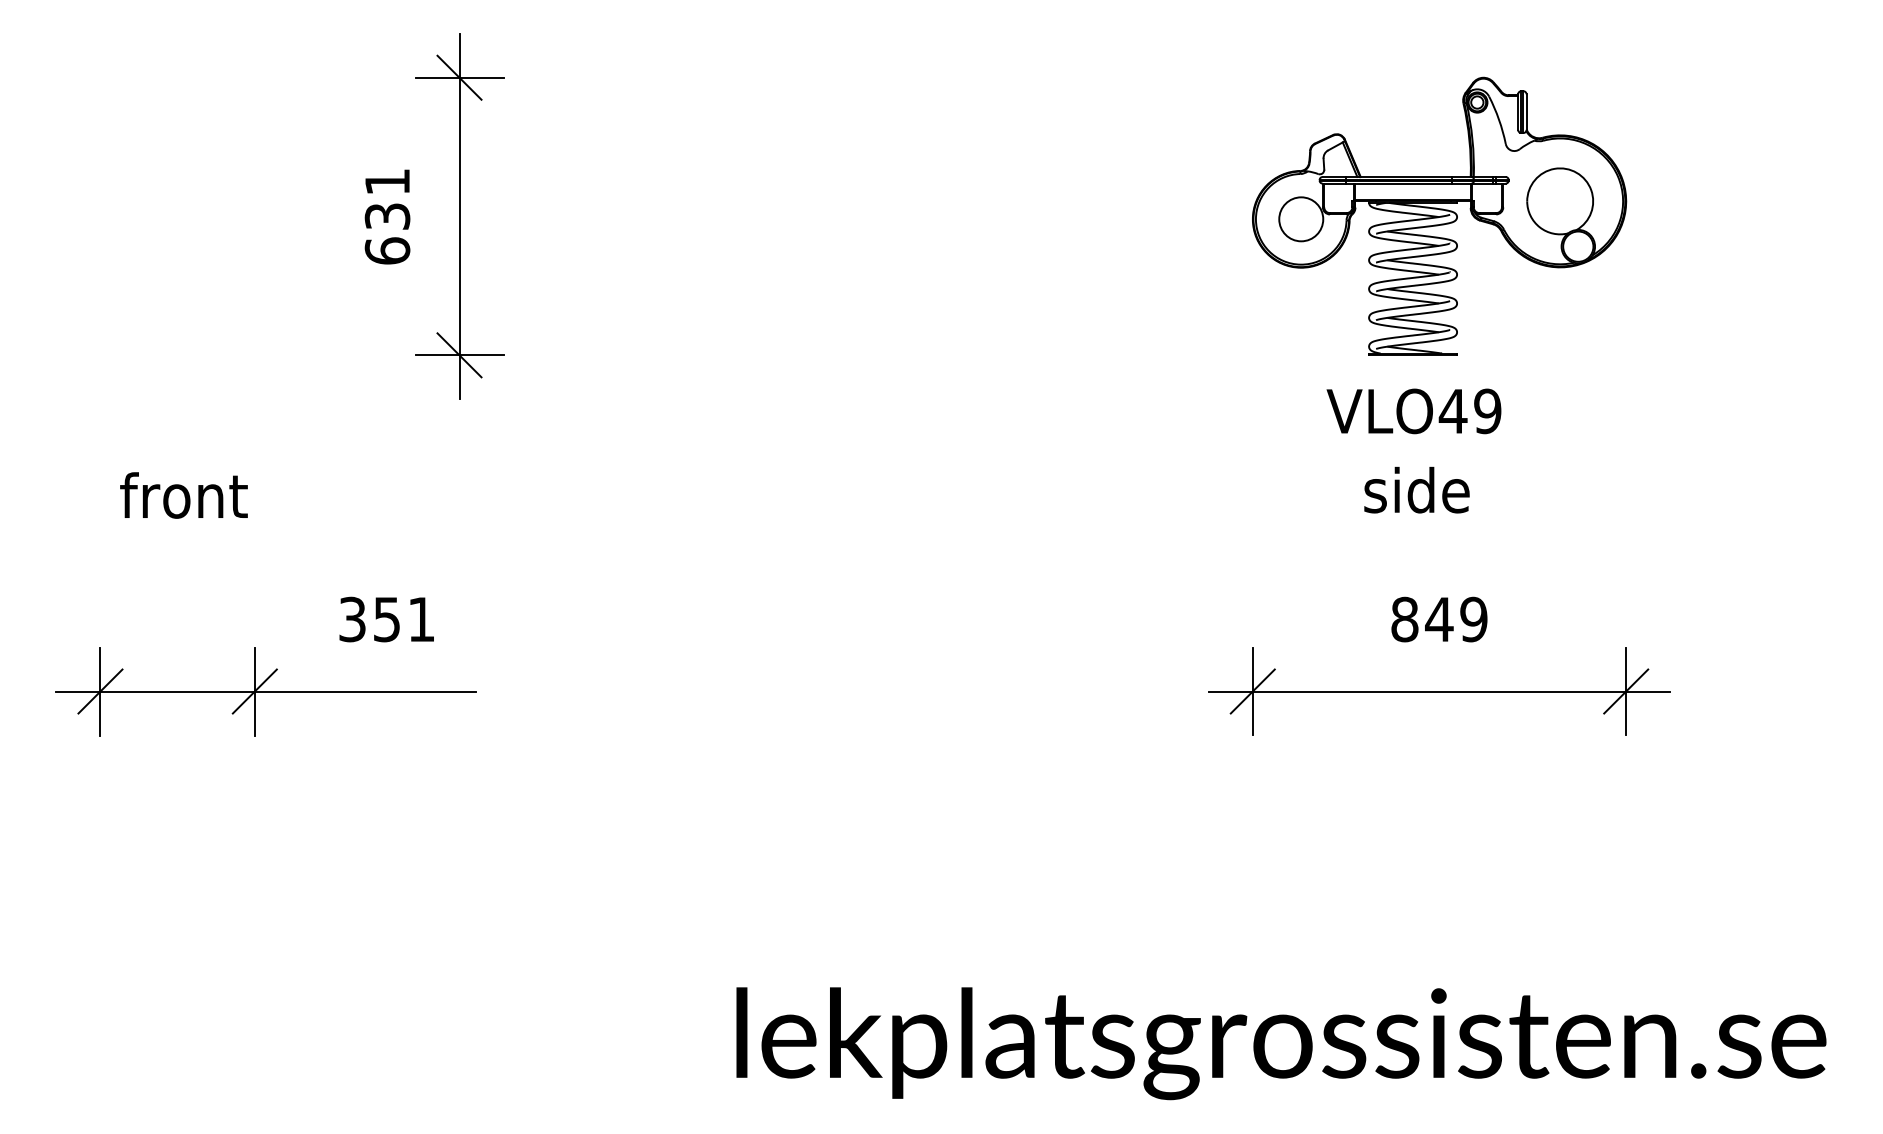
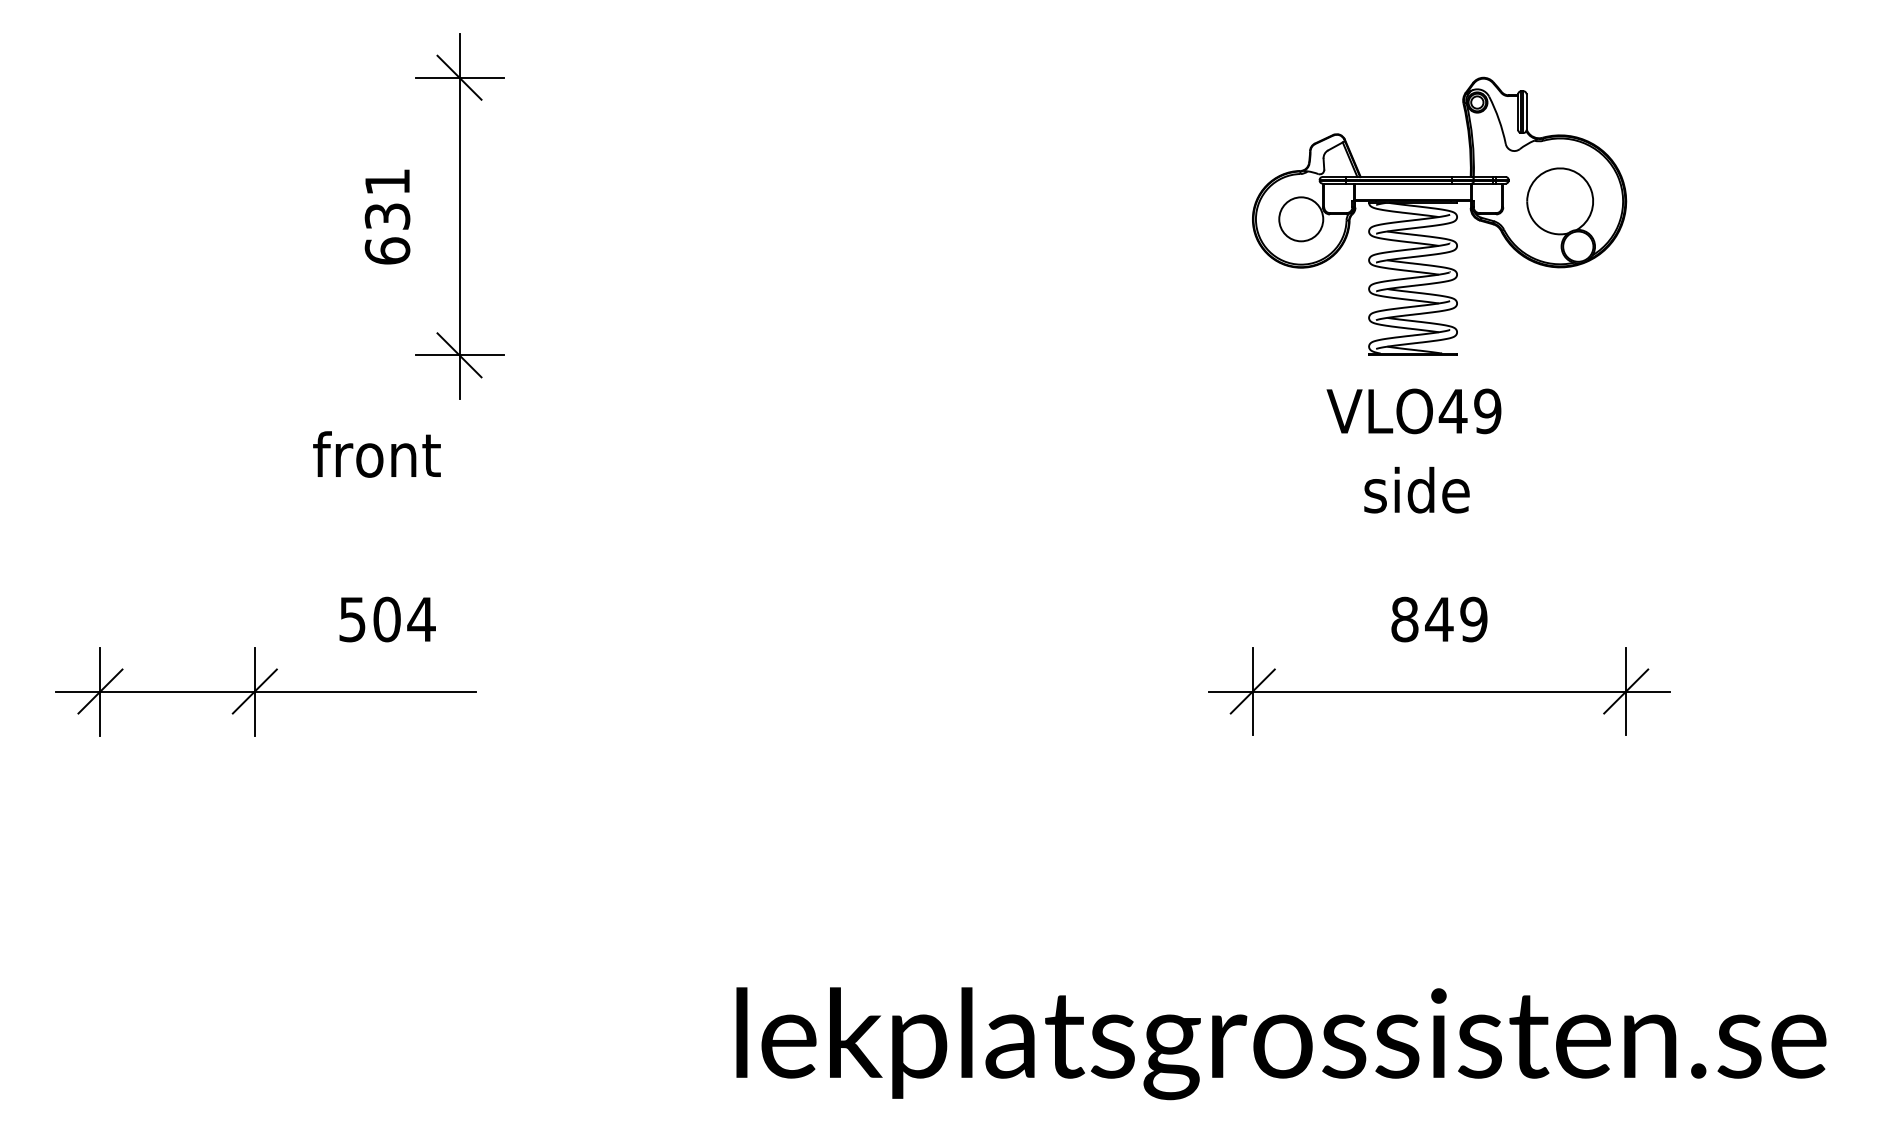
text at (183, 495) position: (183, 495) -> (376, 454)
text at (387, 619): 351 -> 504
